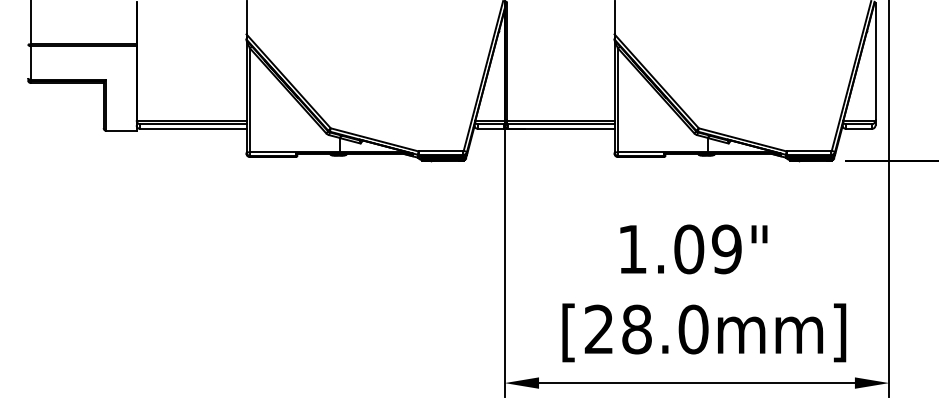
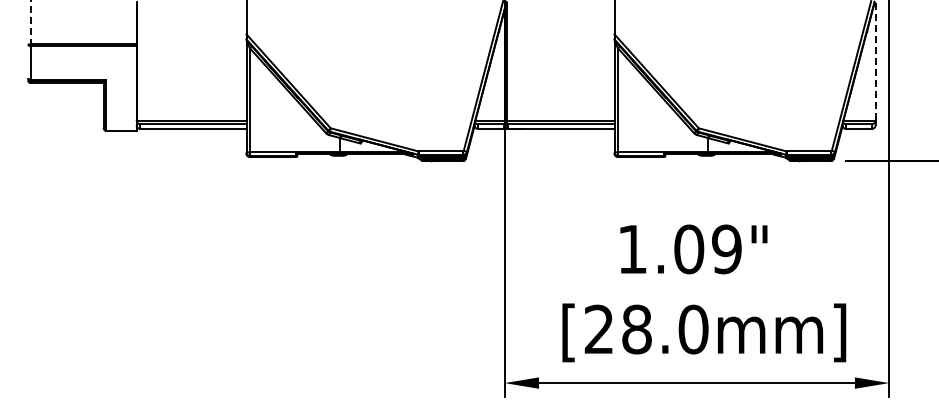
line at (30, 22): solid -> dashed
line at (875, 61): solid -> dashed
